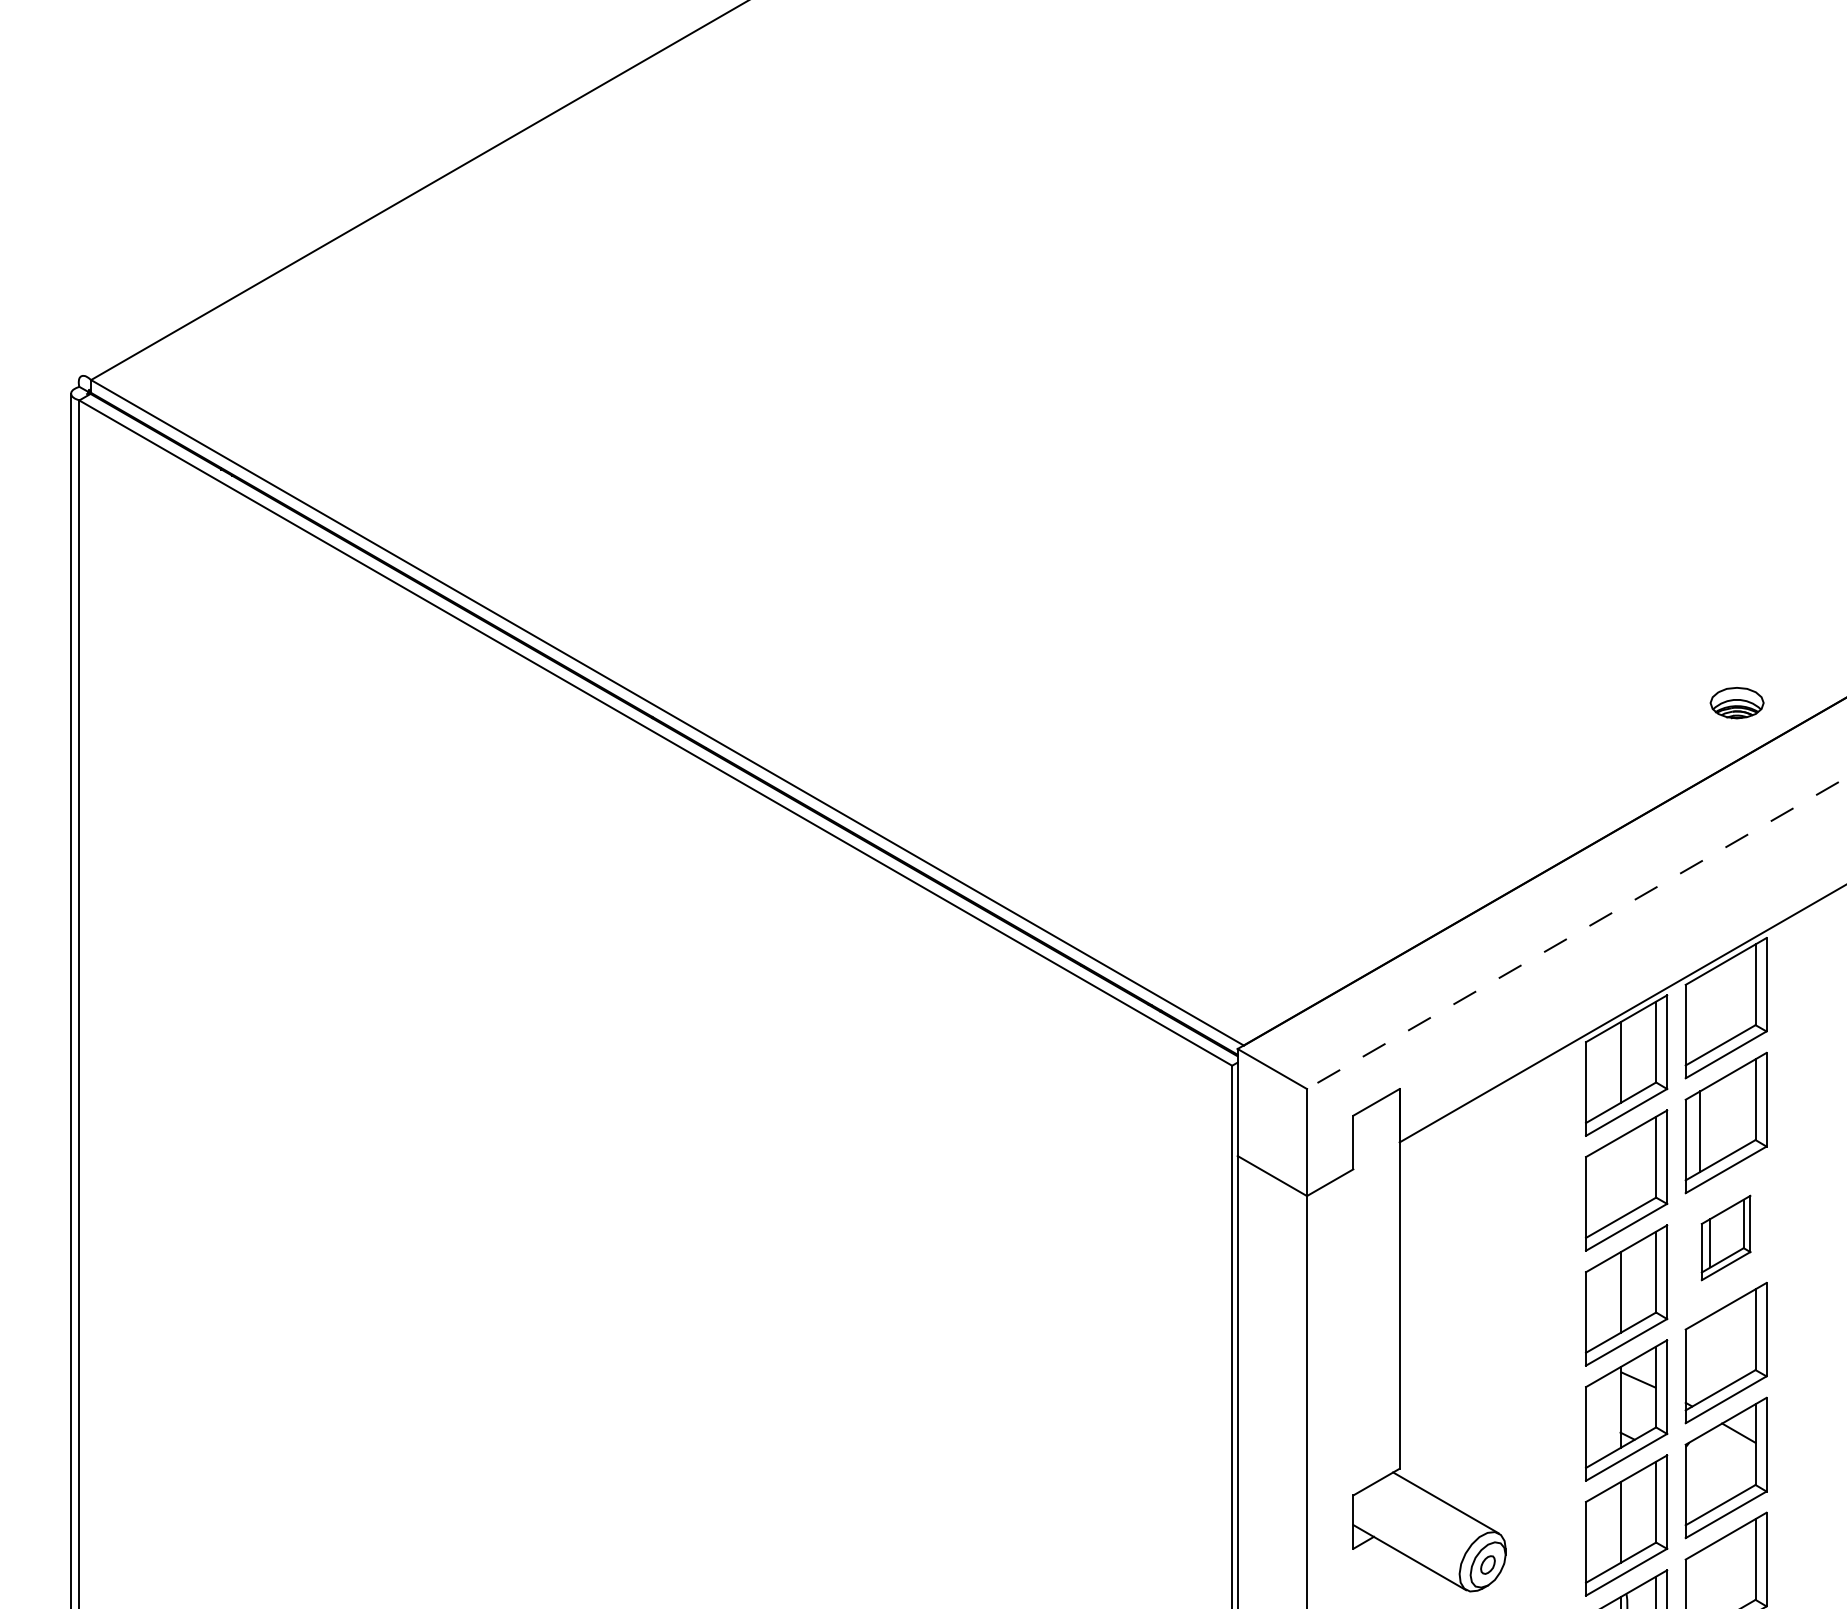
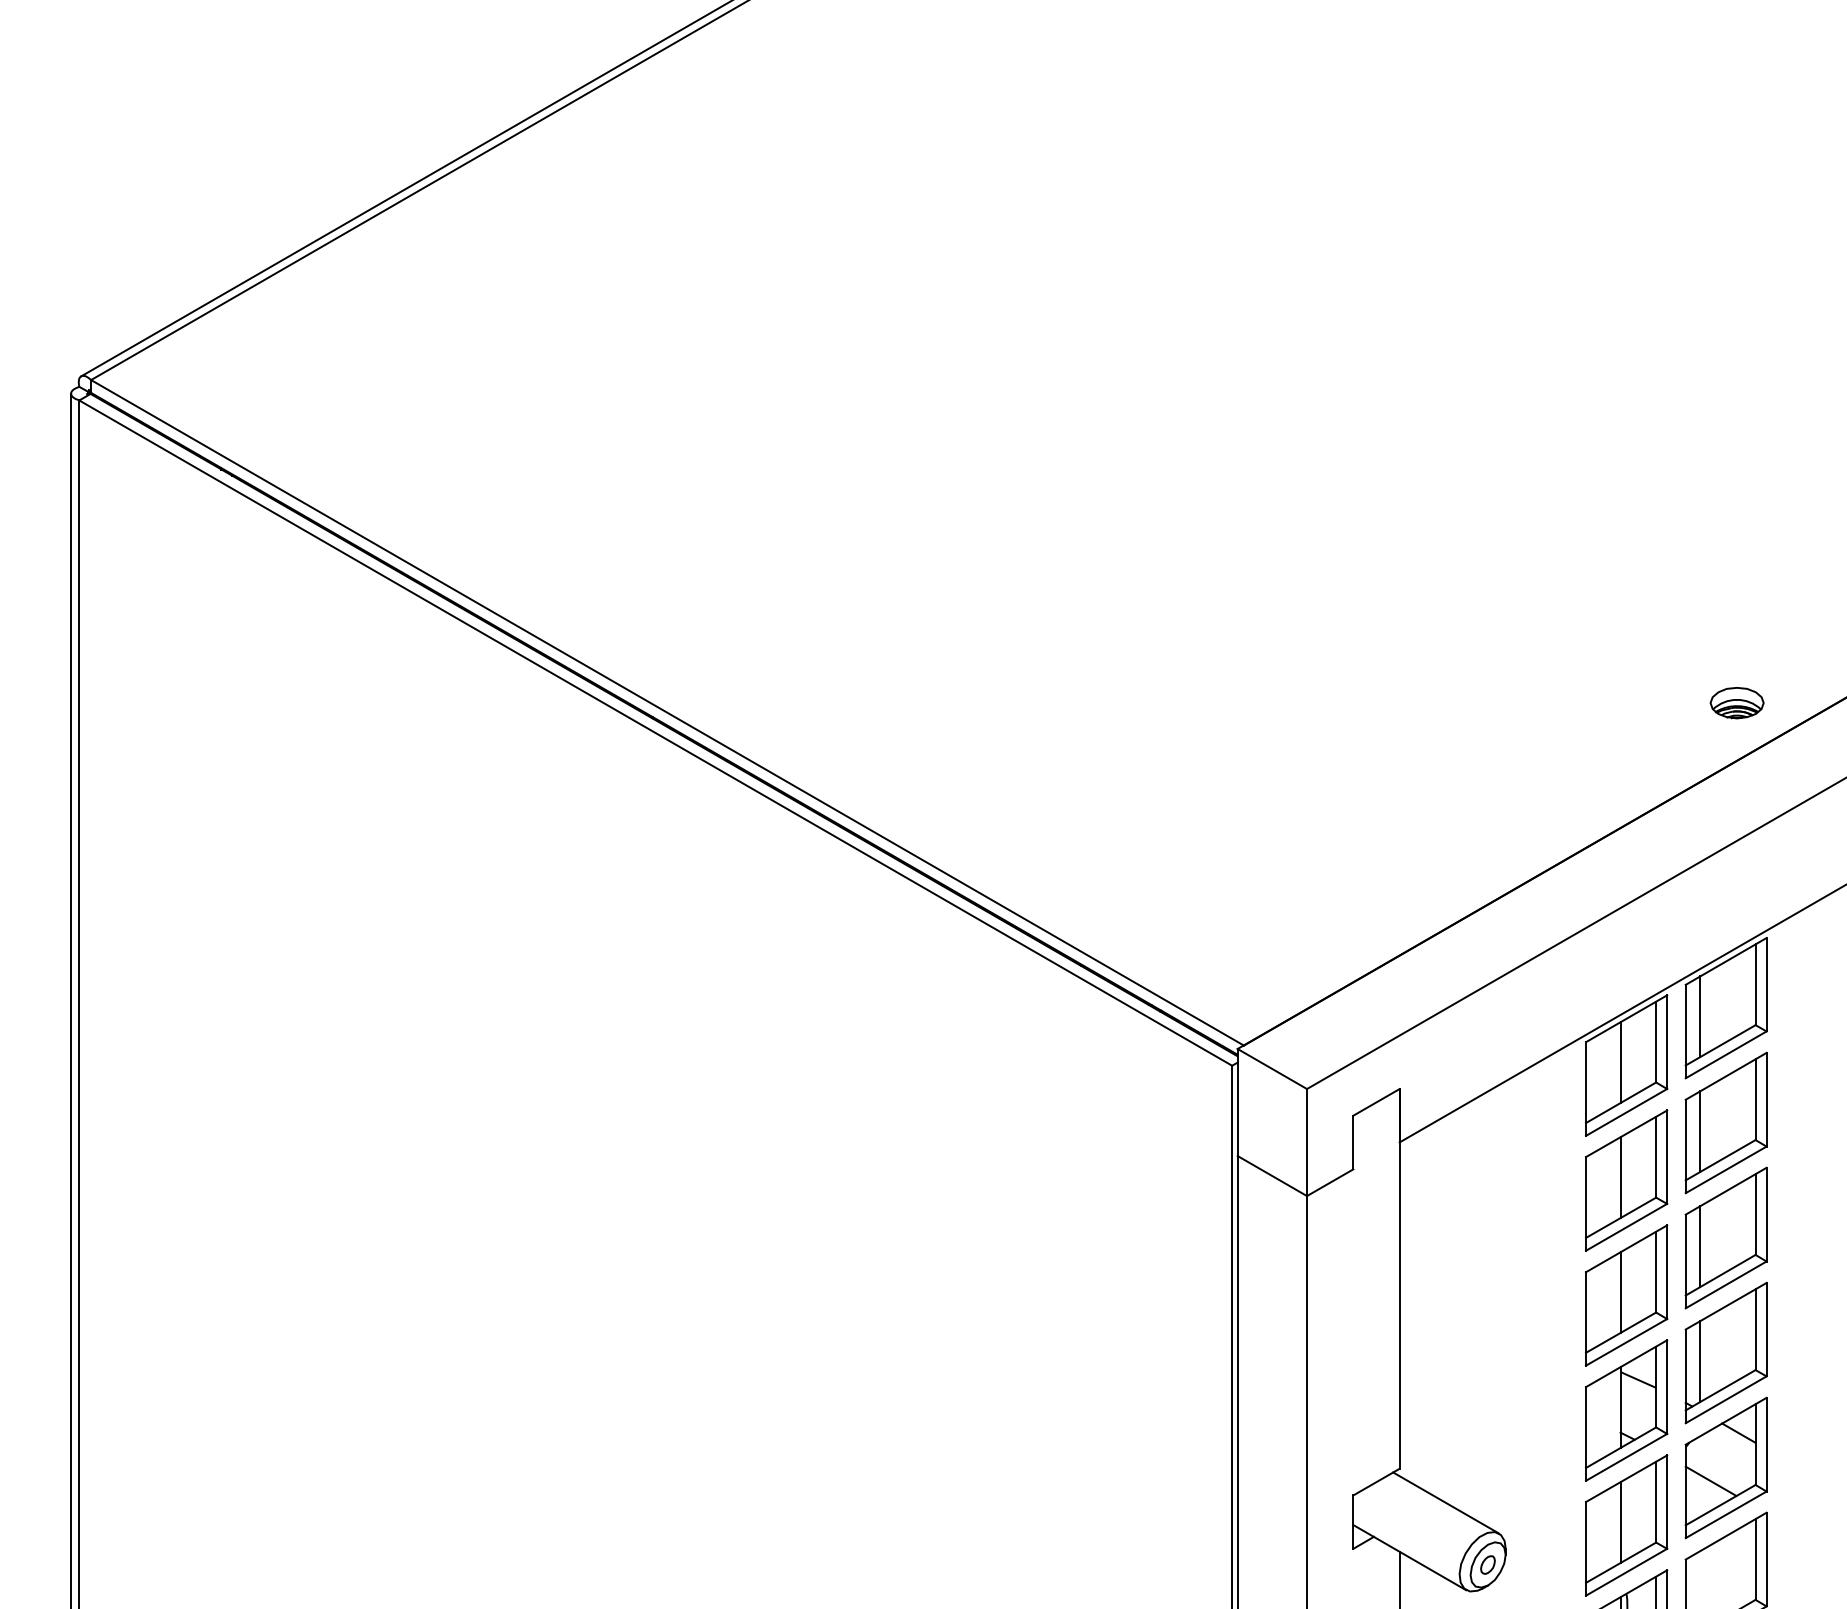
line at (405, 189): none -> present
line at (1576, 933): dashed -> solid
line at (1700, 1016): none -> present
line at (1620, 1177): none -> present
part at (1725, 1237) size: 52x88 px -> 84x144 px
line at (1700, 1361): none -> present
line at (1710, 1480): none -> present
line at (1399, 1578): none -> present
